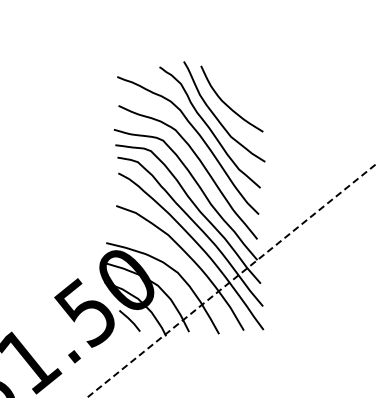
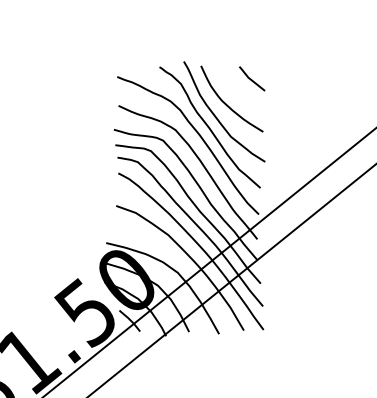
curve at (251, 78): none -> present
line at (209, 262): none -> present
line at (231, 280): dashed -> solid
